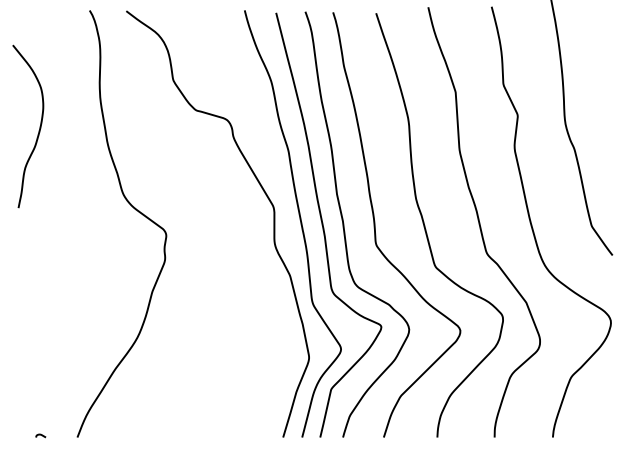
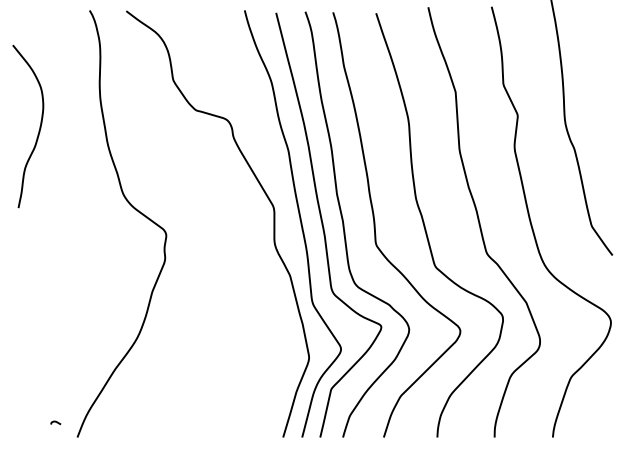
curve at (40, 435) position: (40, 435) -> (55, 422)
